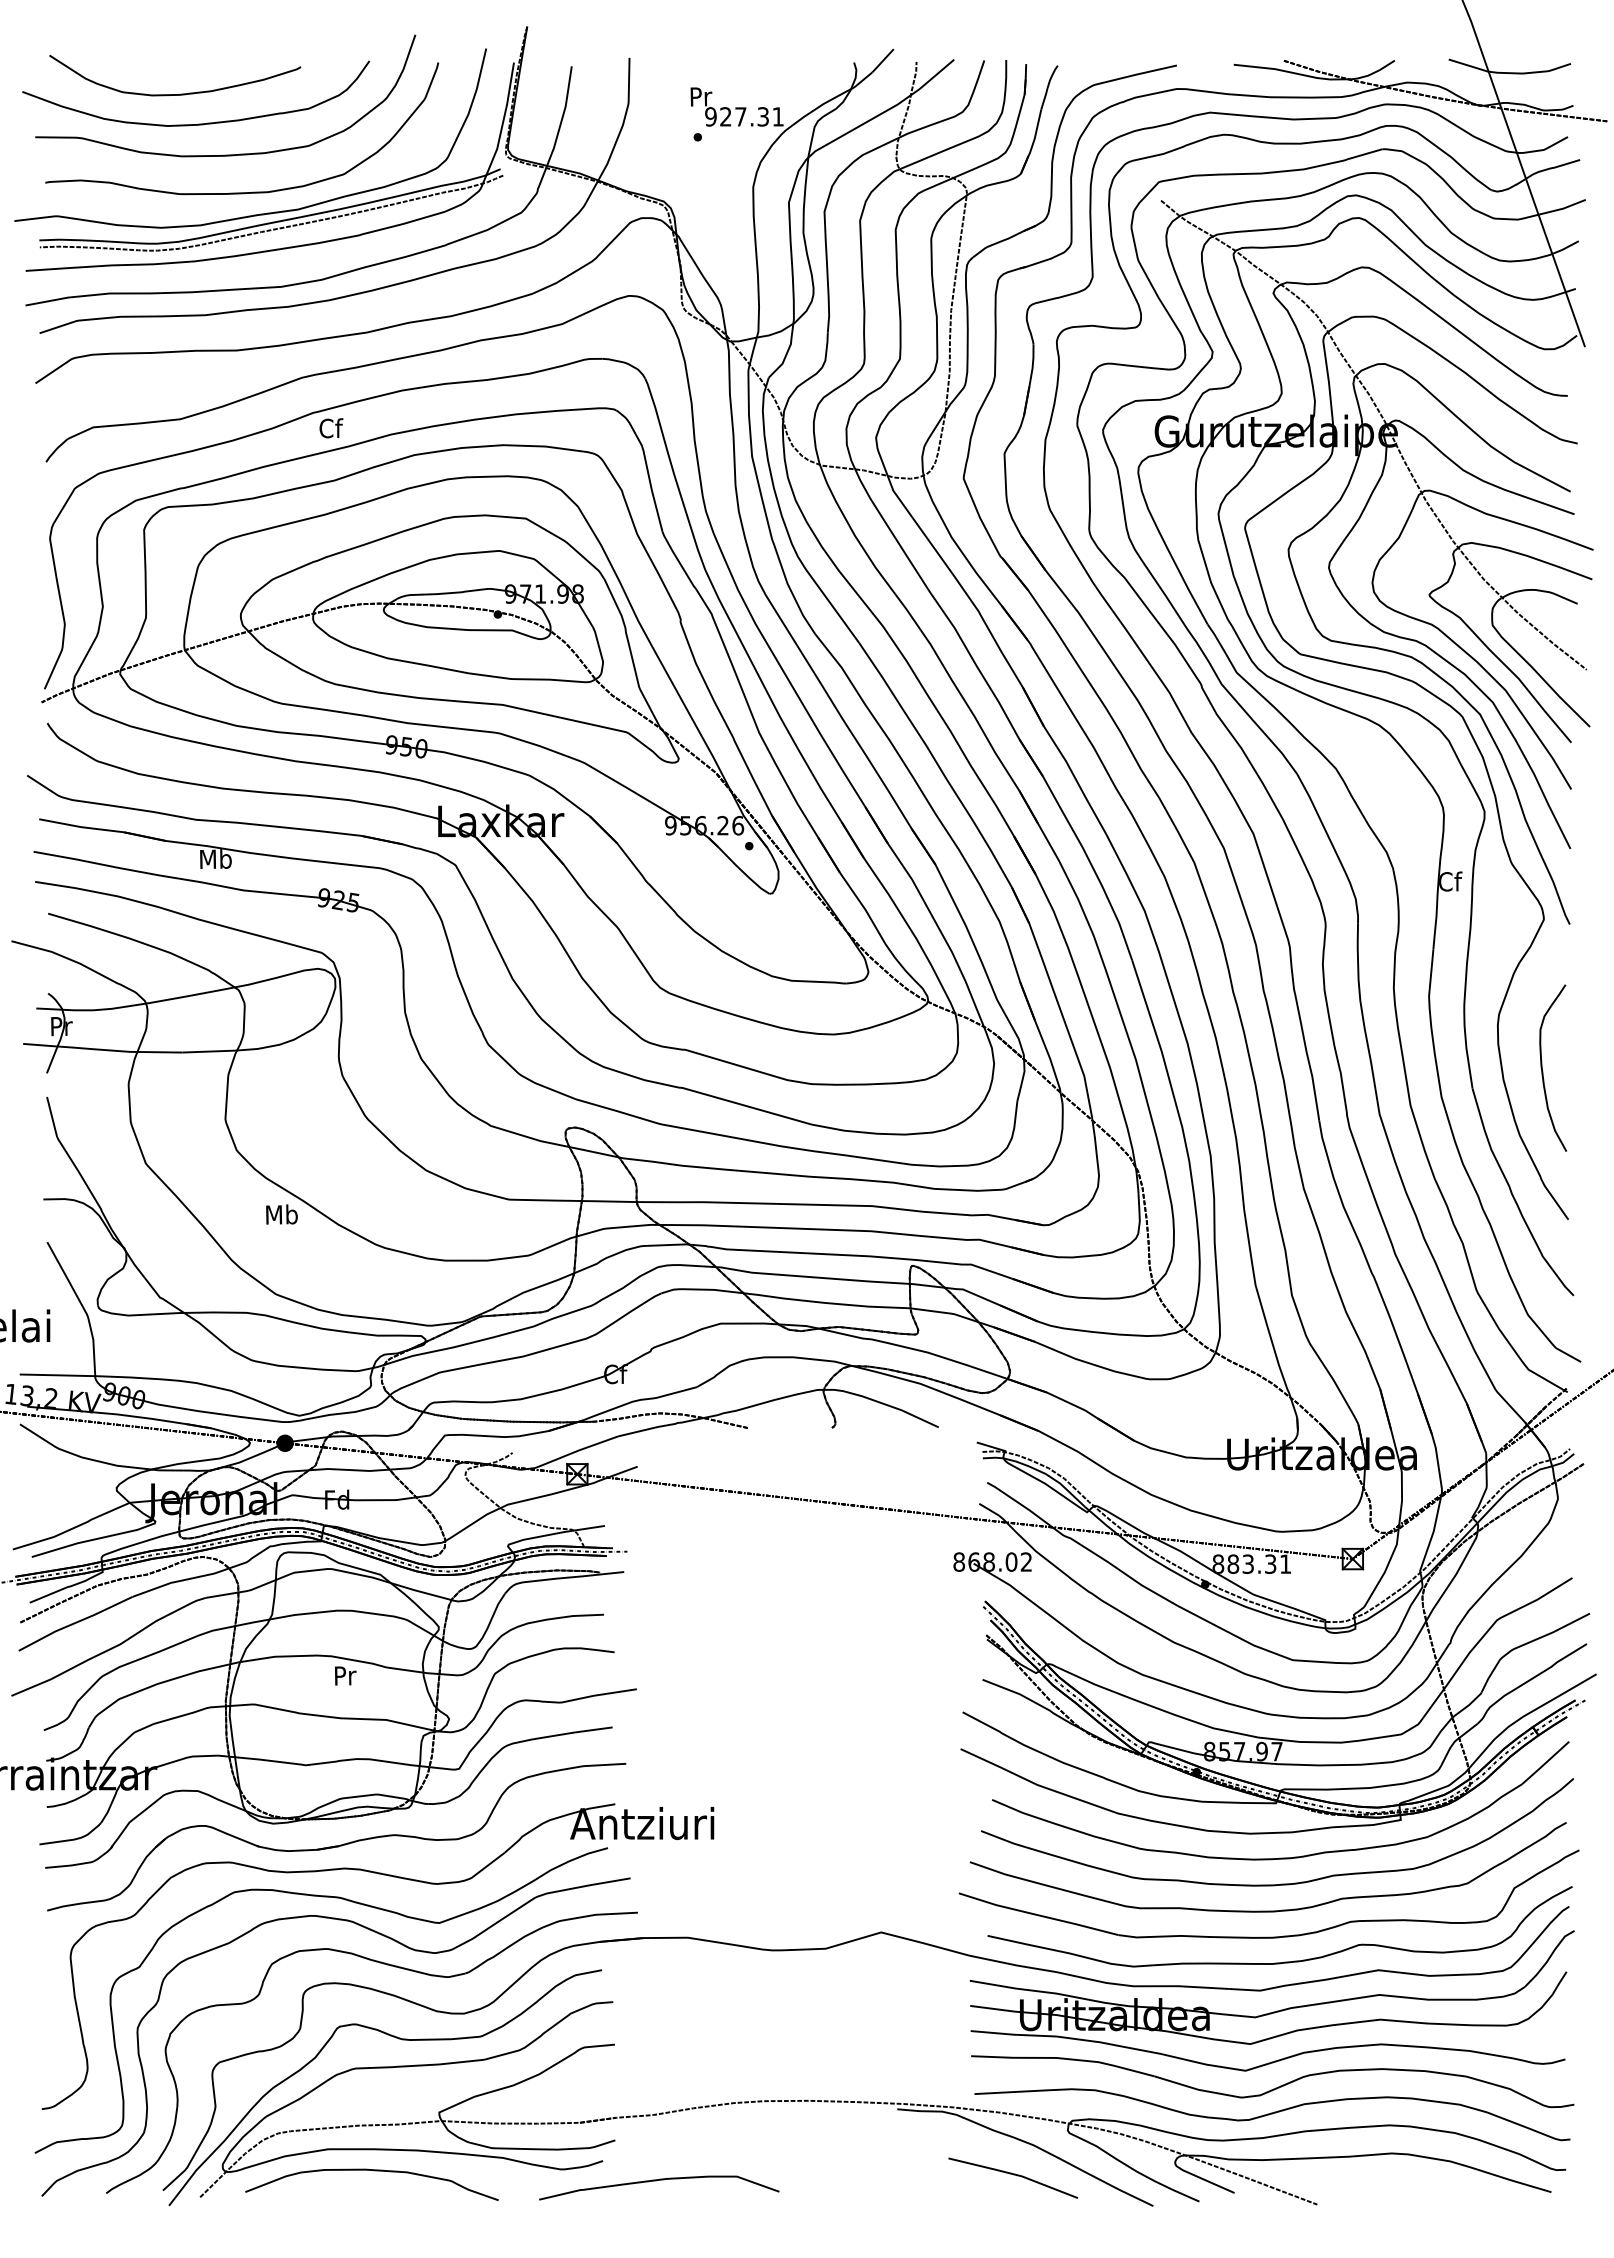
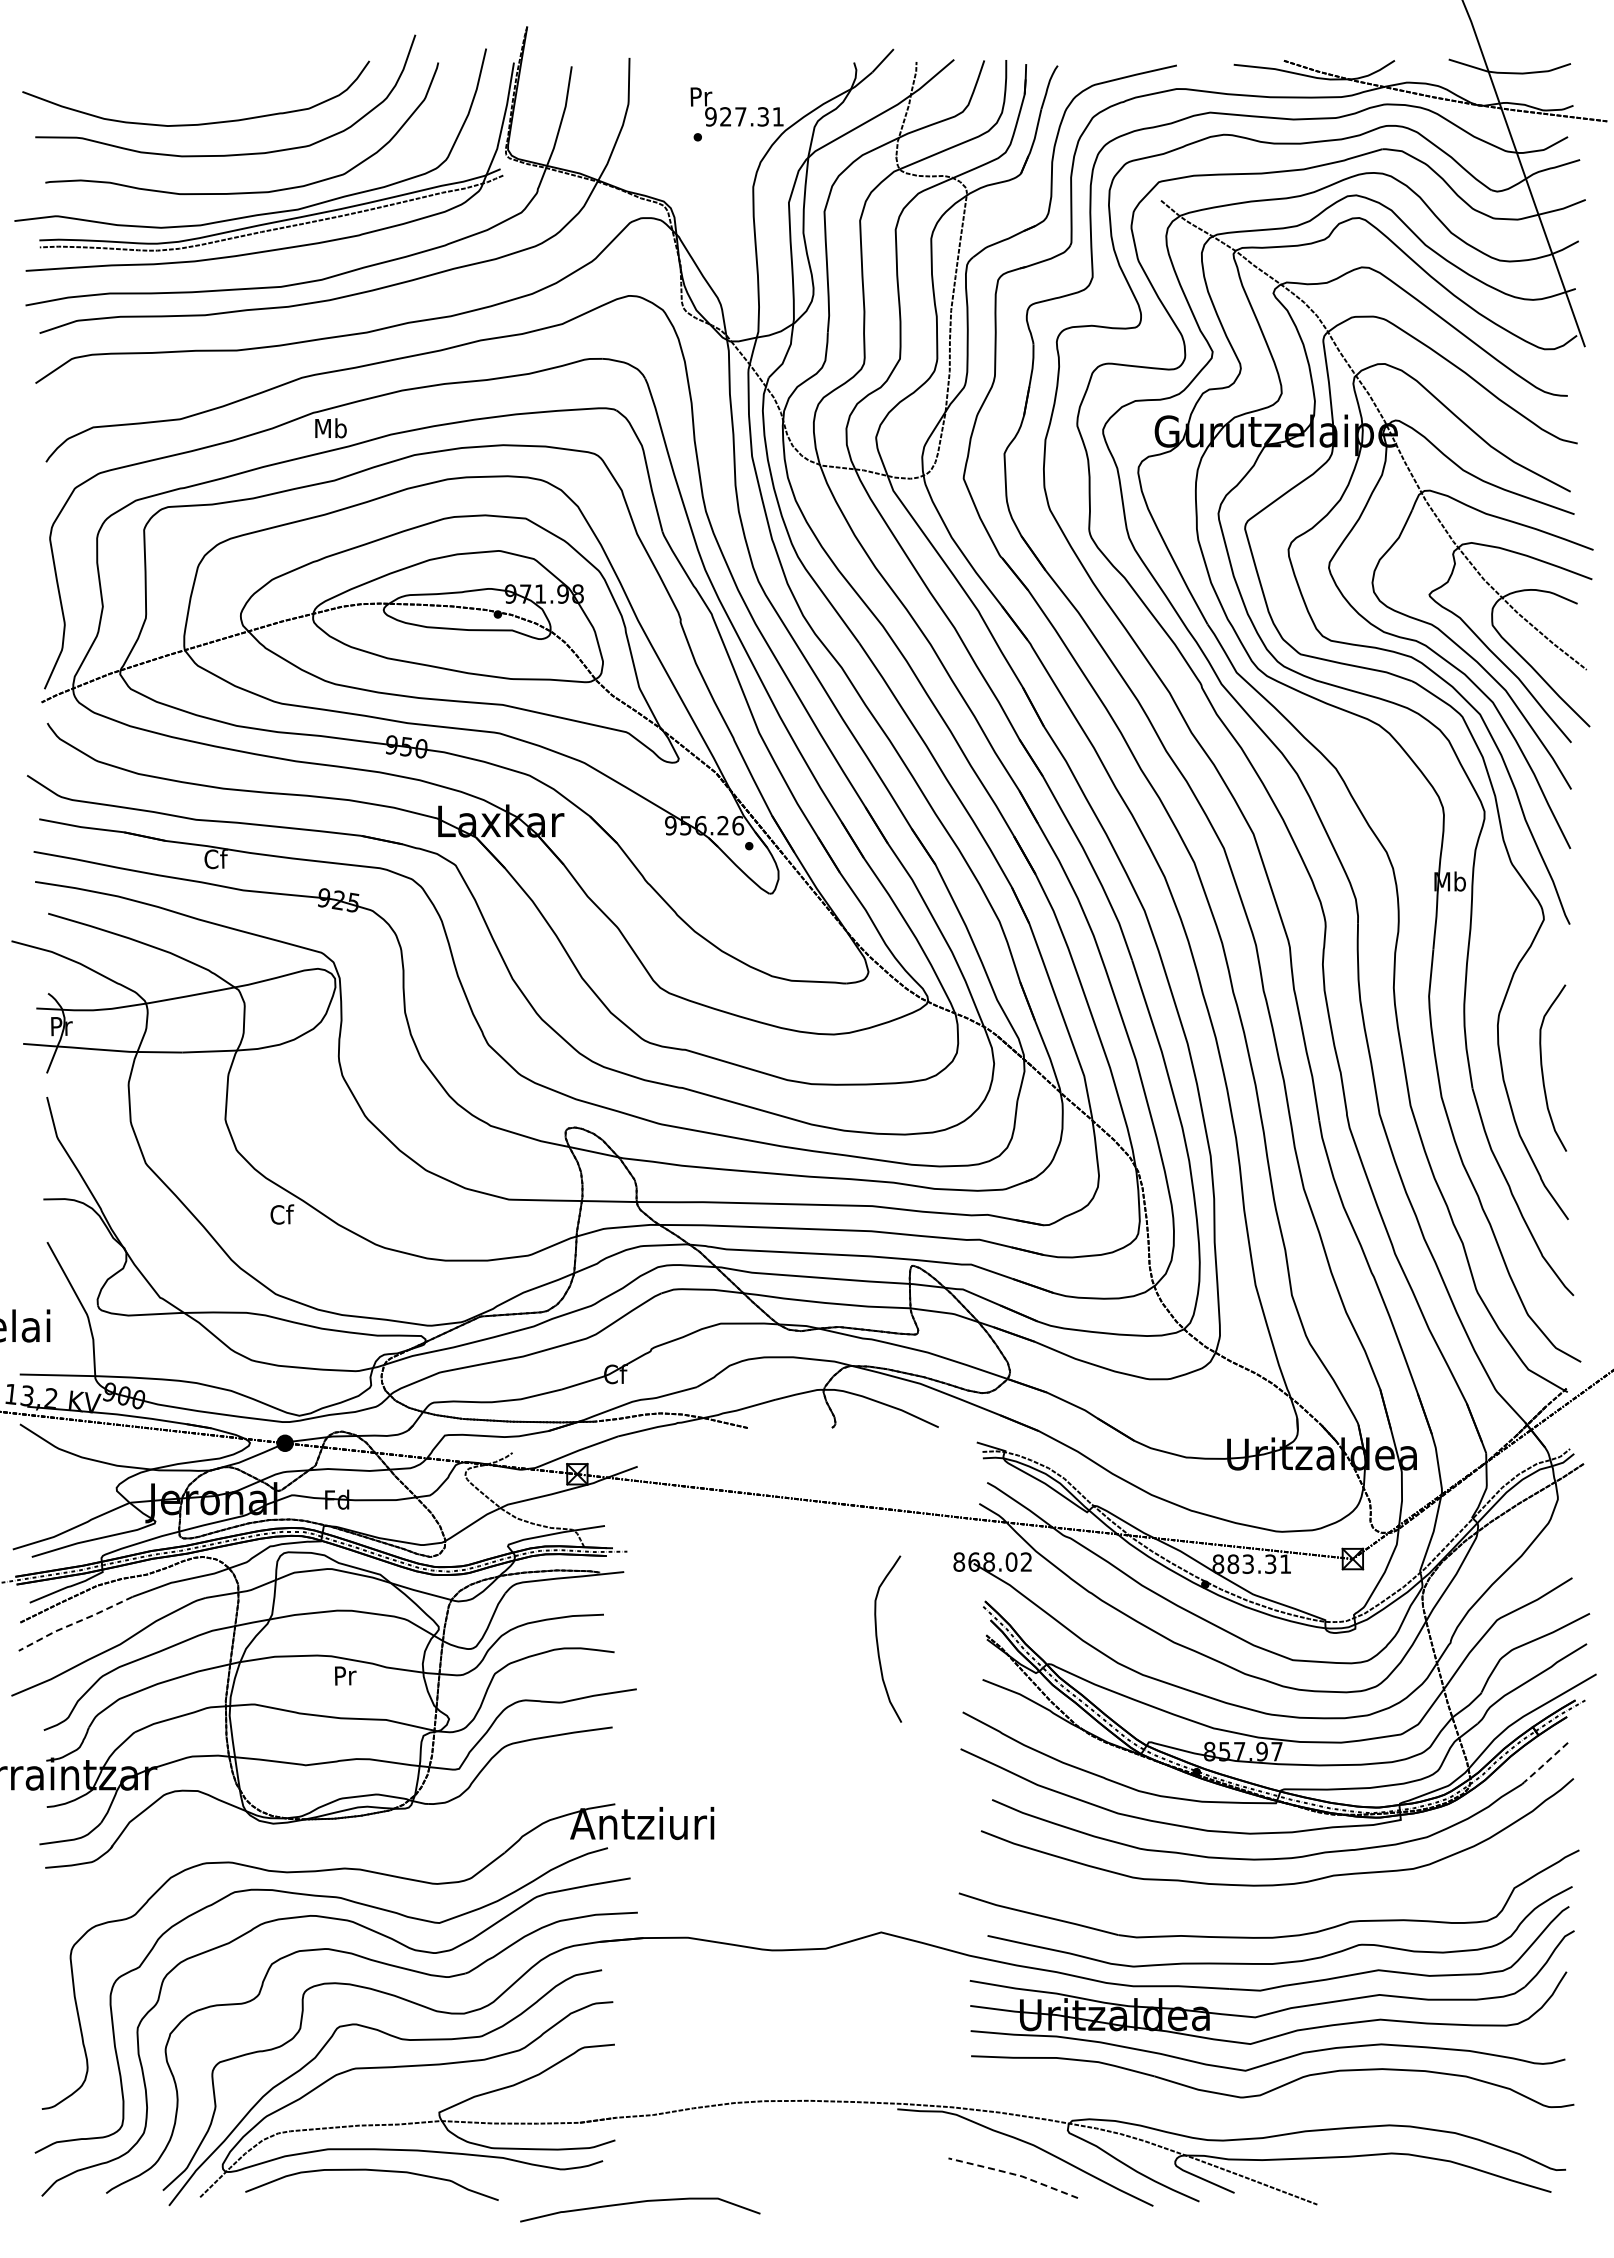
curve at (180, 93): present -> none
text at (330, 428): Cf -> Mb
text at (215, 858): Mb -> Cf
text at (1449, 881): Cf -> Mb
text at (281, 1214): Mb -> Cf
line at (75, 1623): solid -> dashed
curve at (878, 1642): none -> present
line at (1544, 1764): solid -> dashed
part at (336, 1845): present -> none
curve at (1267, 1910): present -> none
curve at (1272, 2114): present -> none
line at (1013, 2174): solid -> dashed
curve at (656, 2181) position: (656, 2181) -> (637, 2203)
